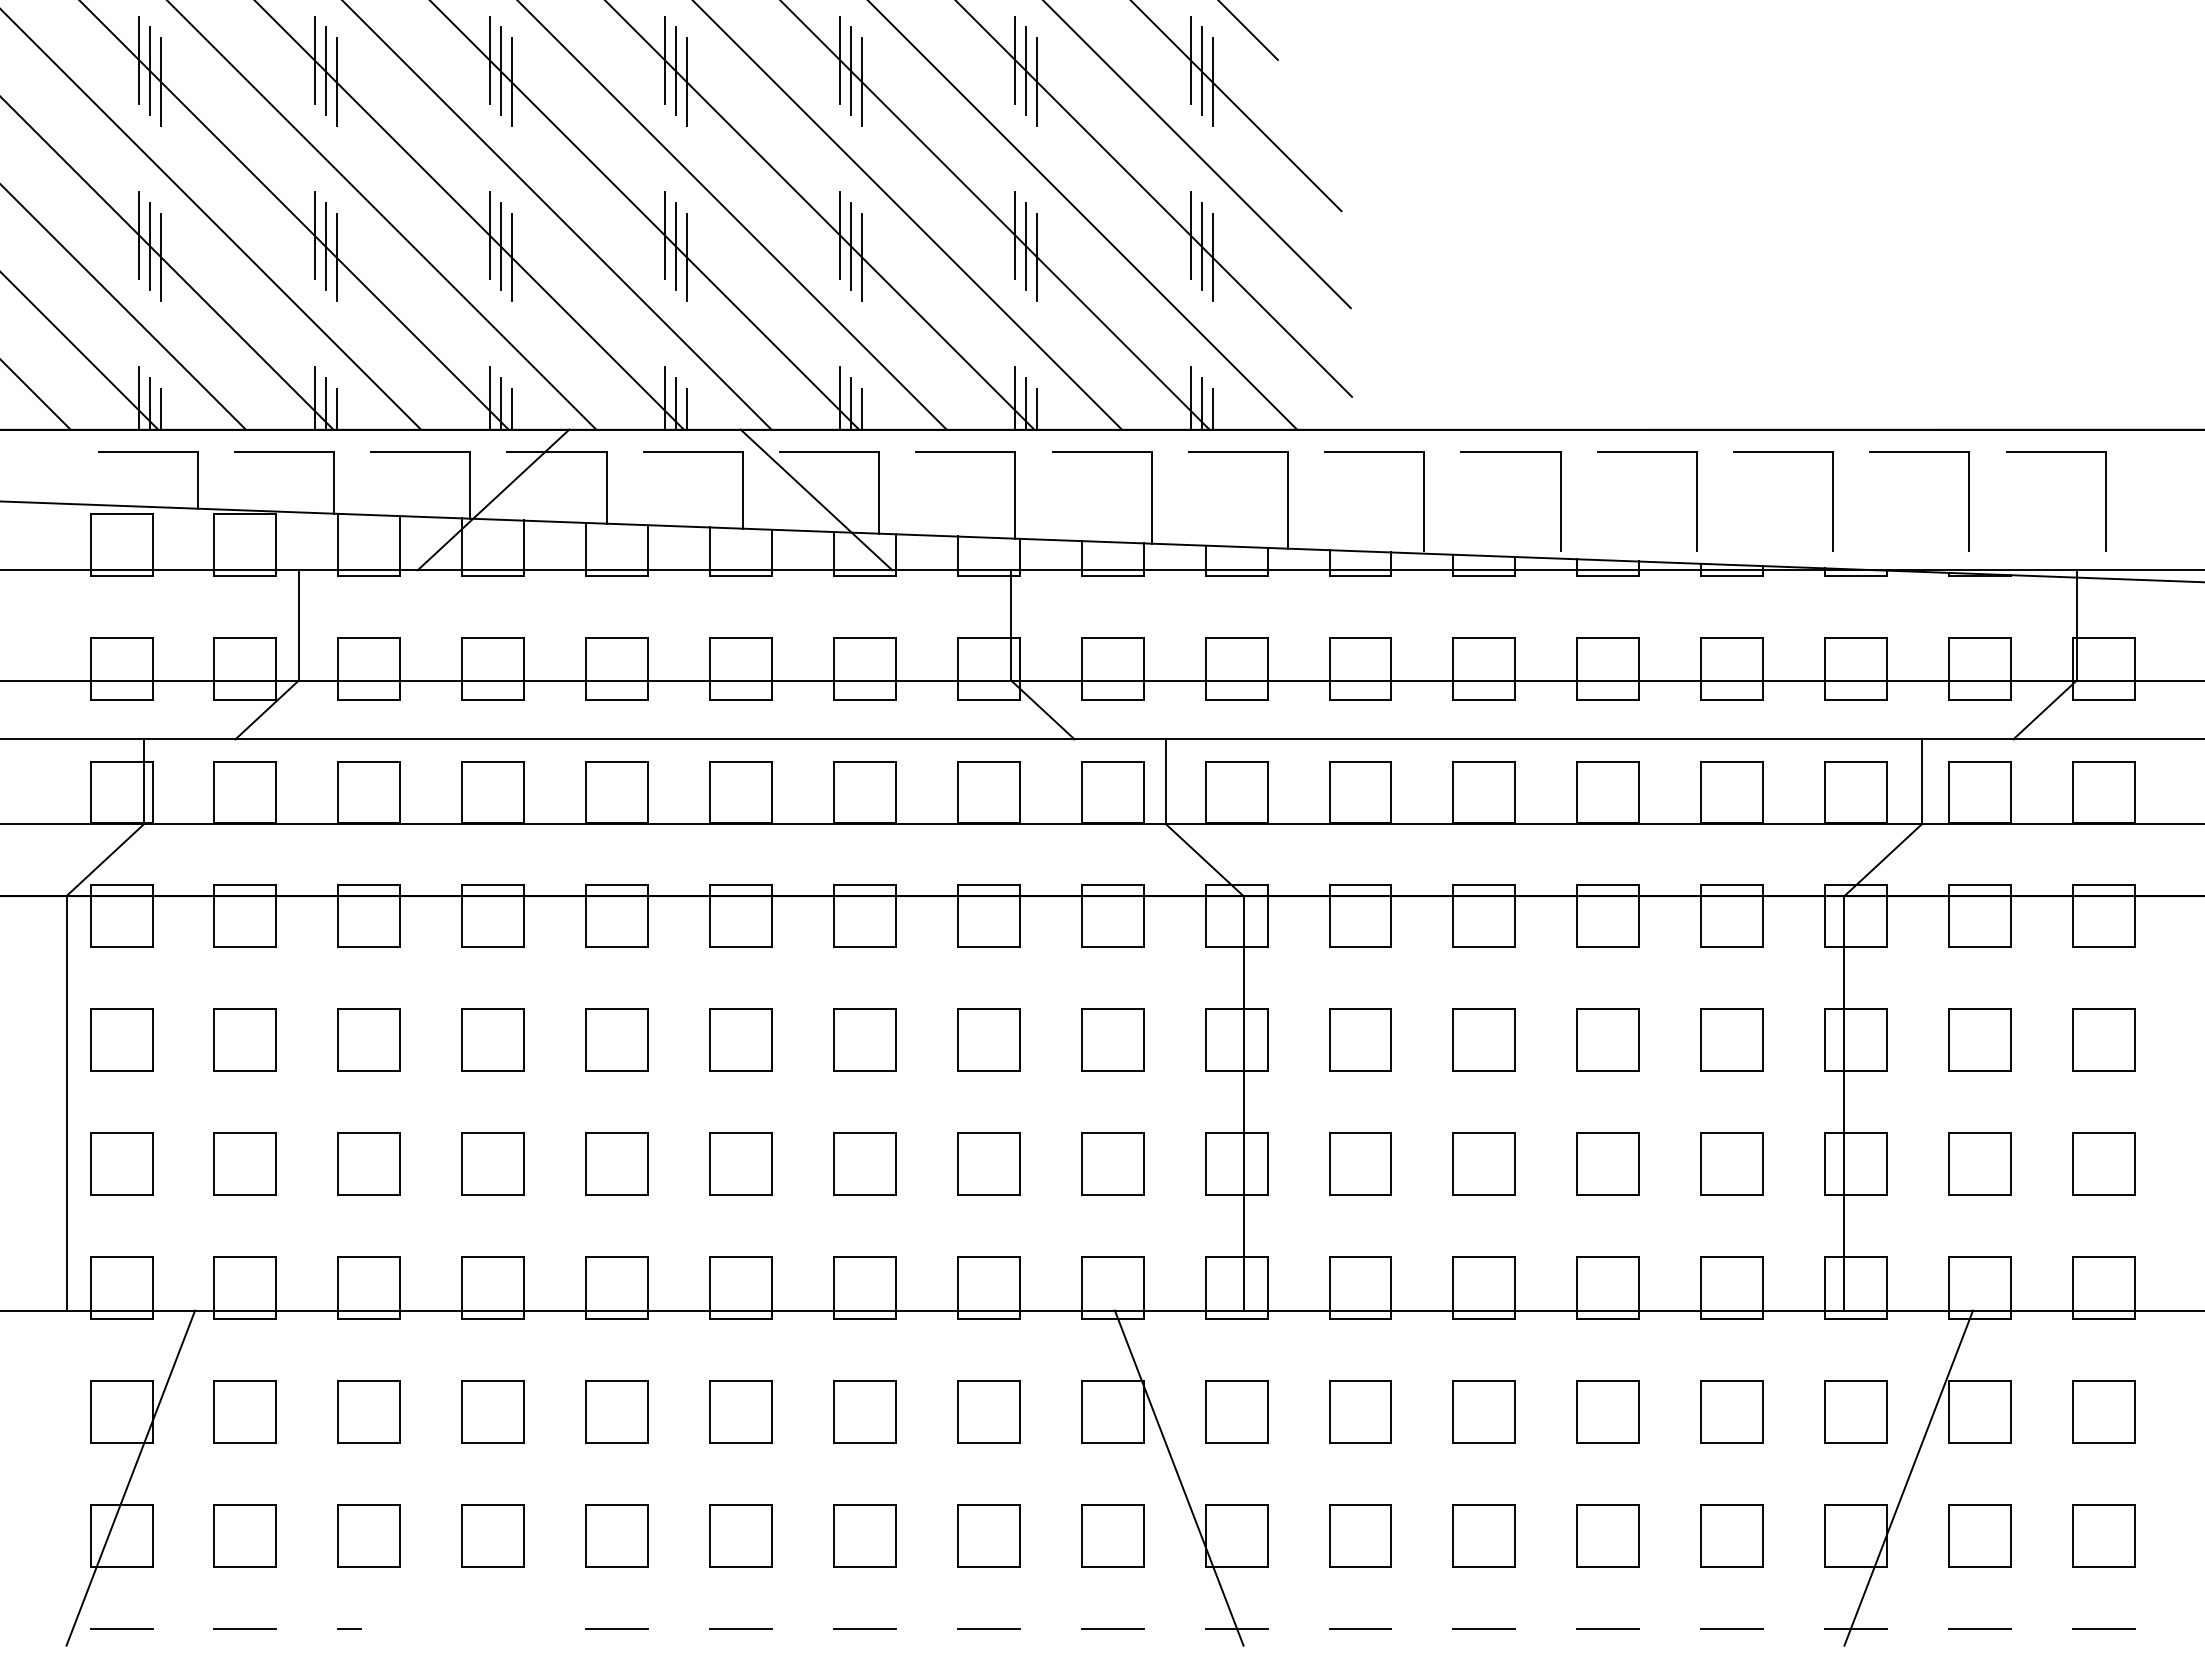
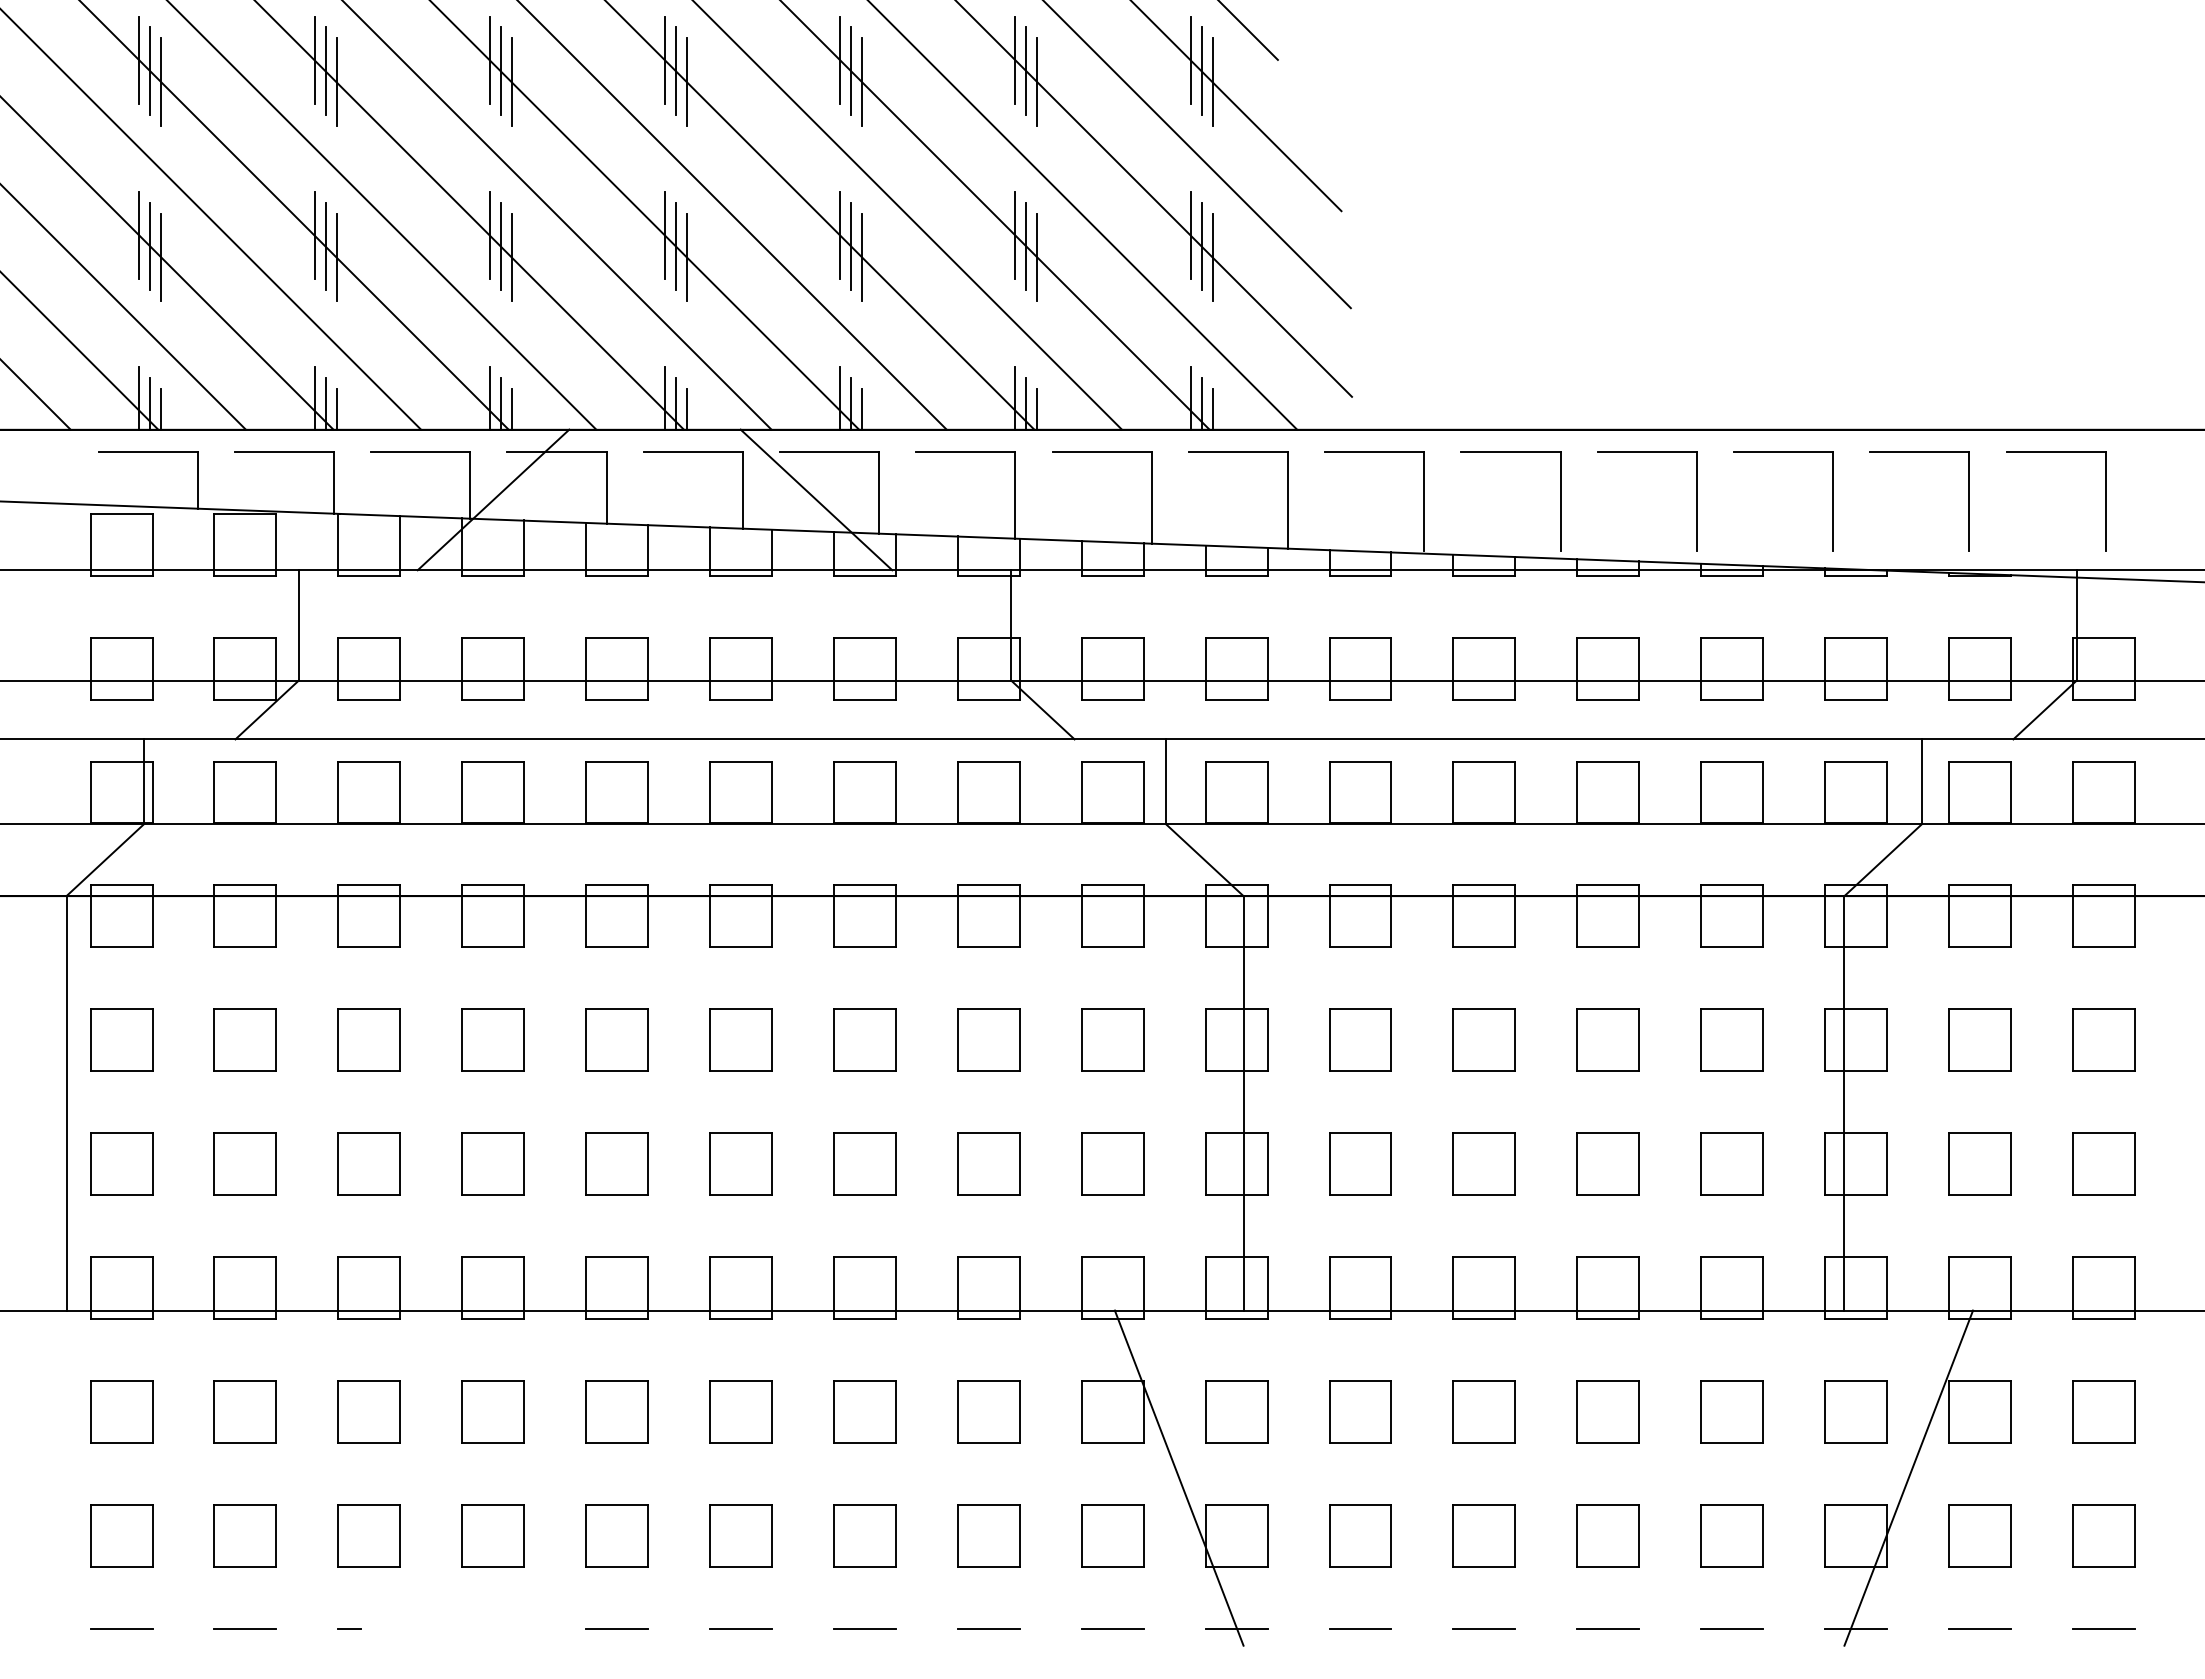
line at (130, 1477): present -> none
